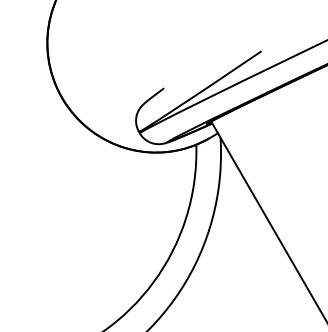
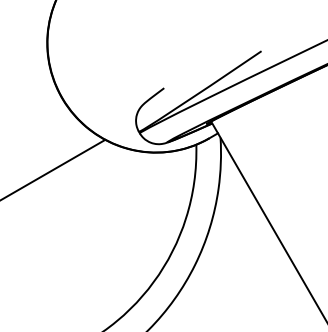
line at (53, 169): none -> present
